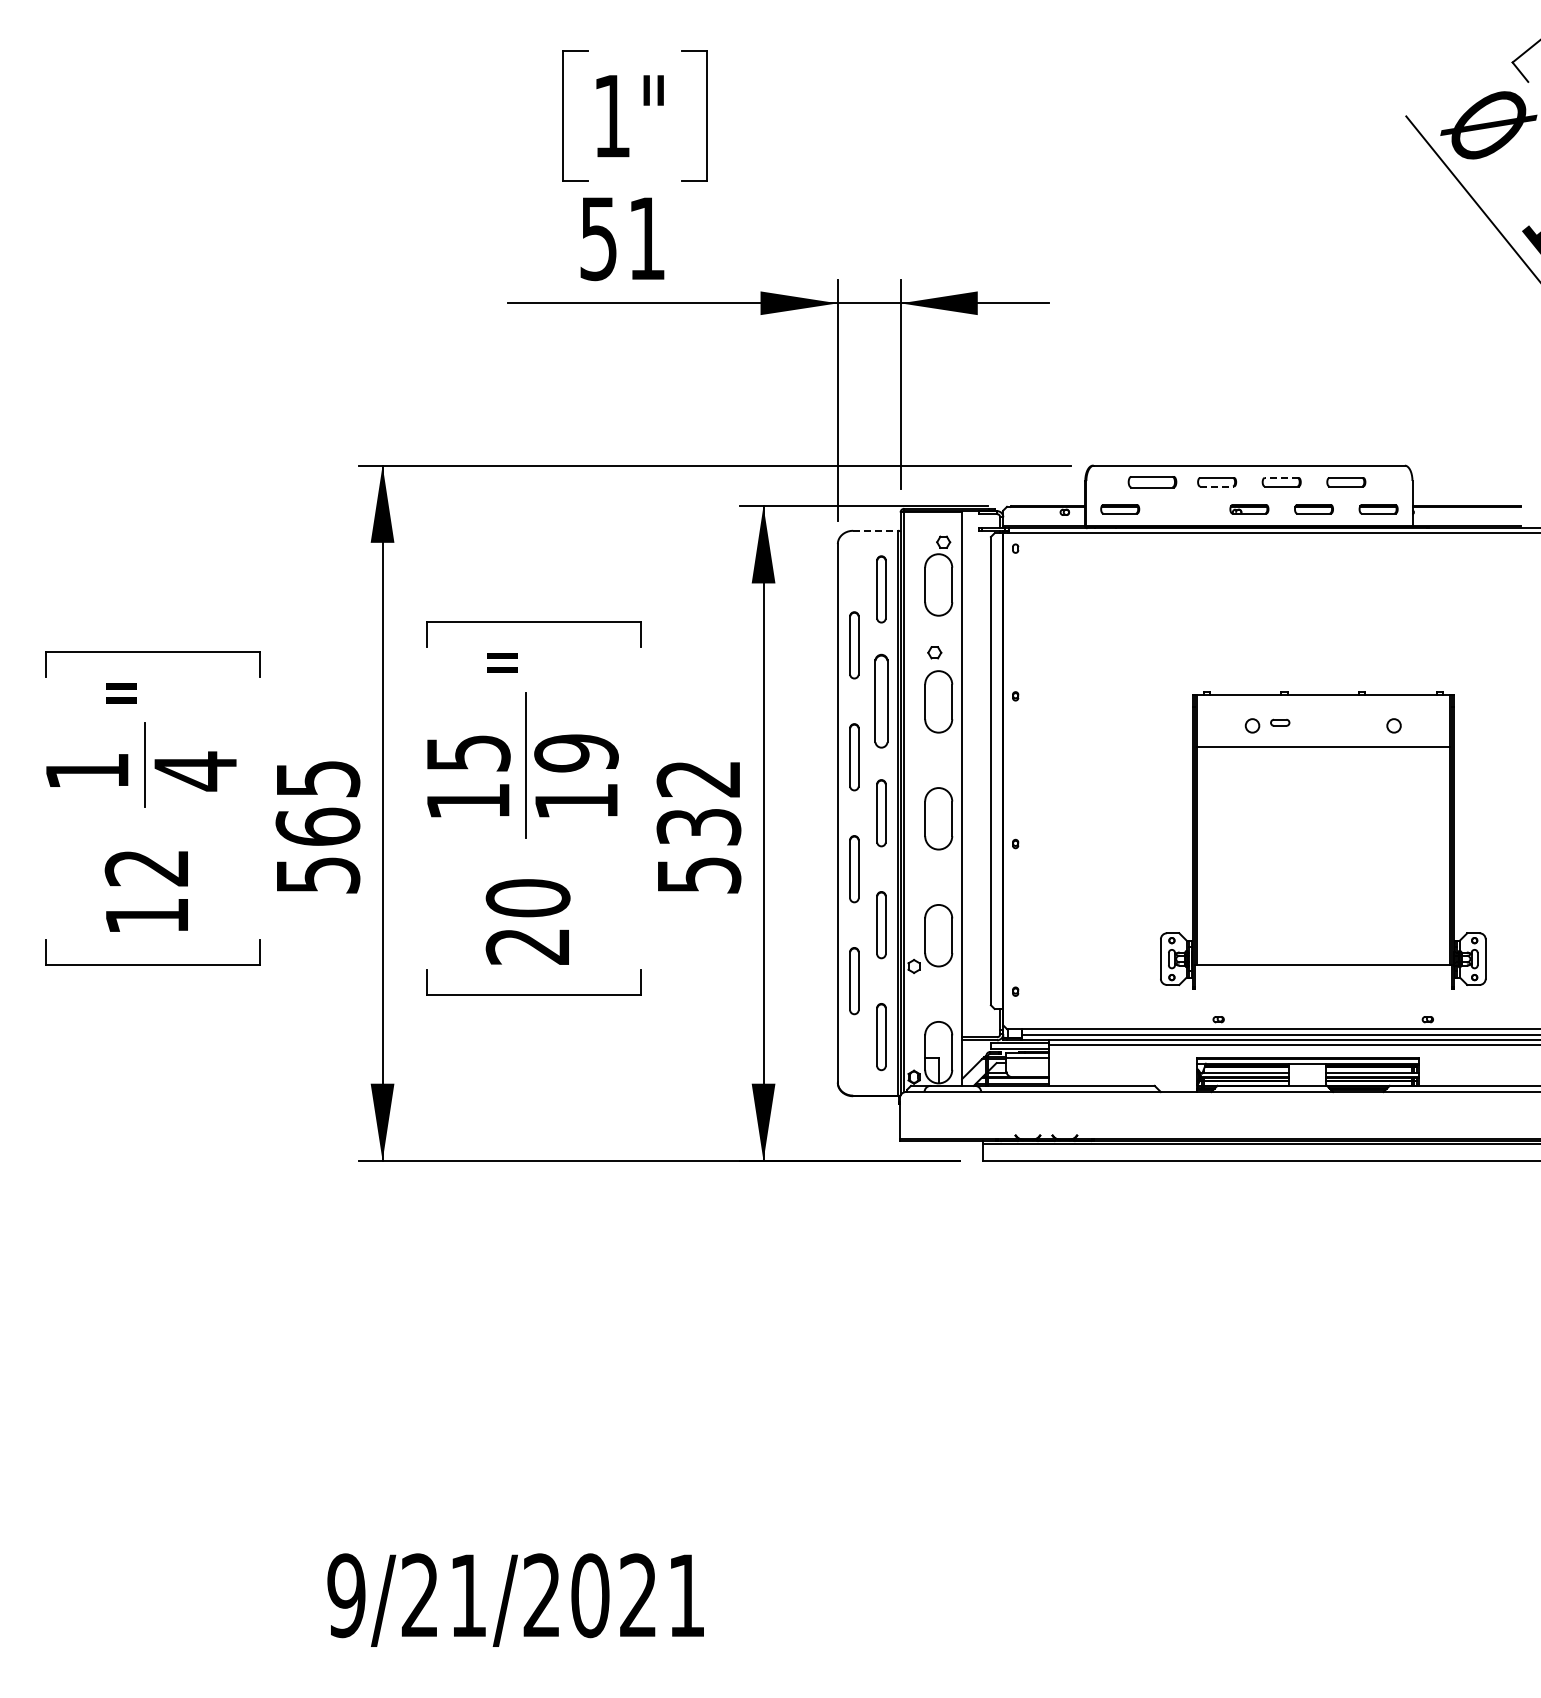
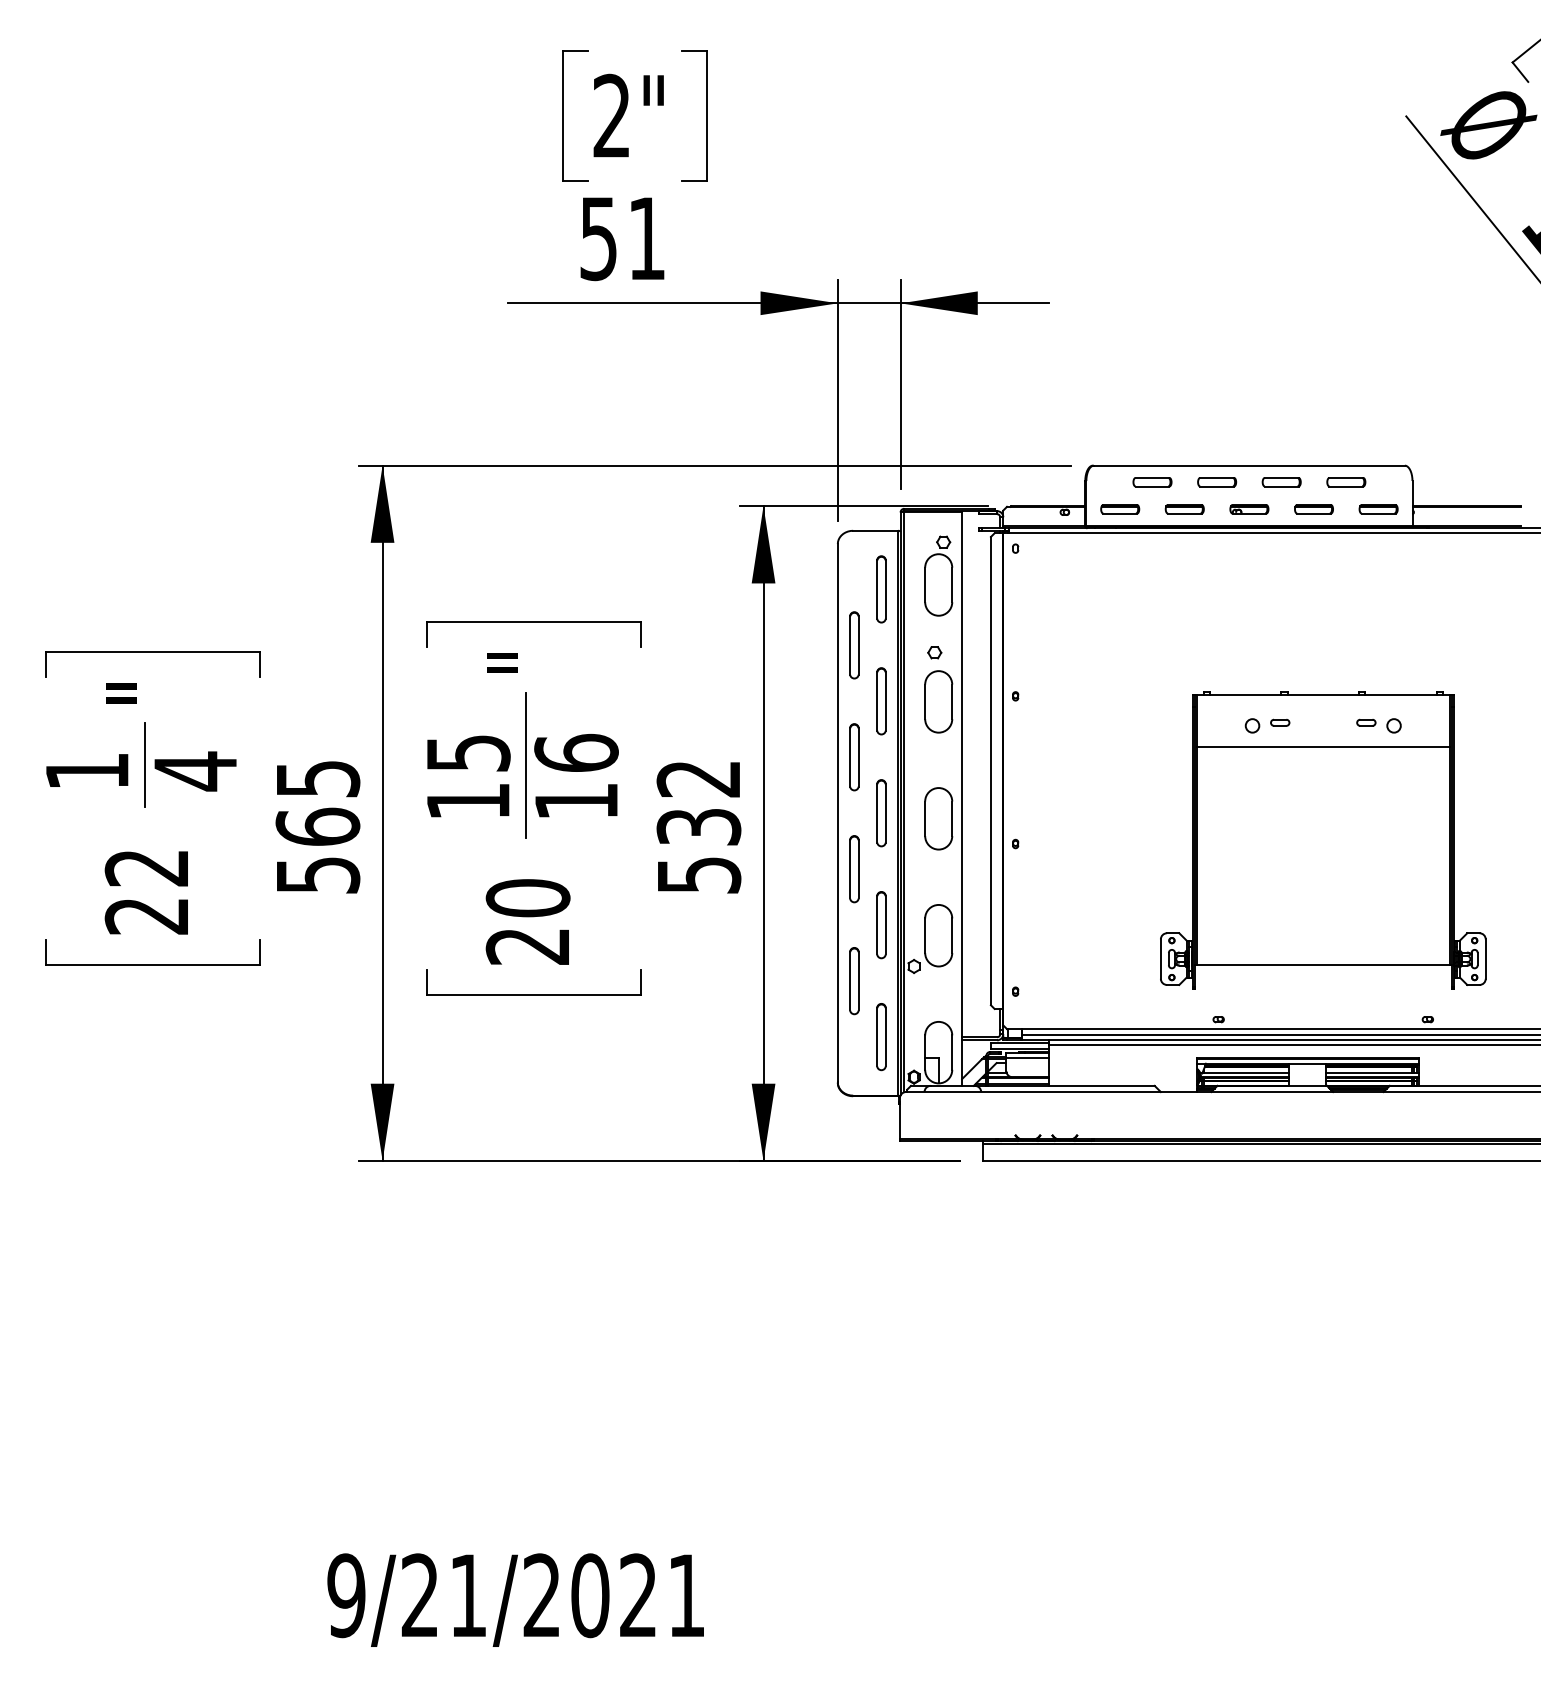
text at (611, 115): 1" -> 2"
line at (1281, 477): dashed -> solid
part at (1152, 482) size: 51x13 px -> 41x11 px
line at (1217, 486): dashed -> solid
part at (1184, 509): none -> present
line at (876, 530): dashed -> solid
part at (881, 700) size: 15x96 px -> 11x69 px
part at (1366, 722): none -> present
text at (576, 752): 19 -> 16
text at (145, 916): 12 -> 22
